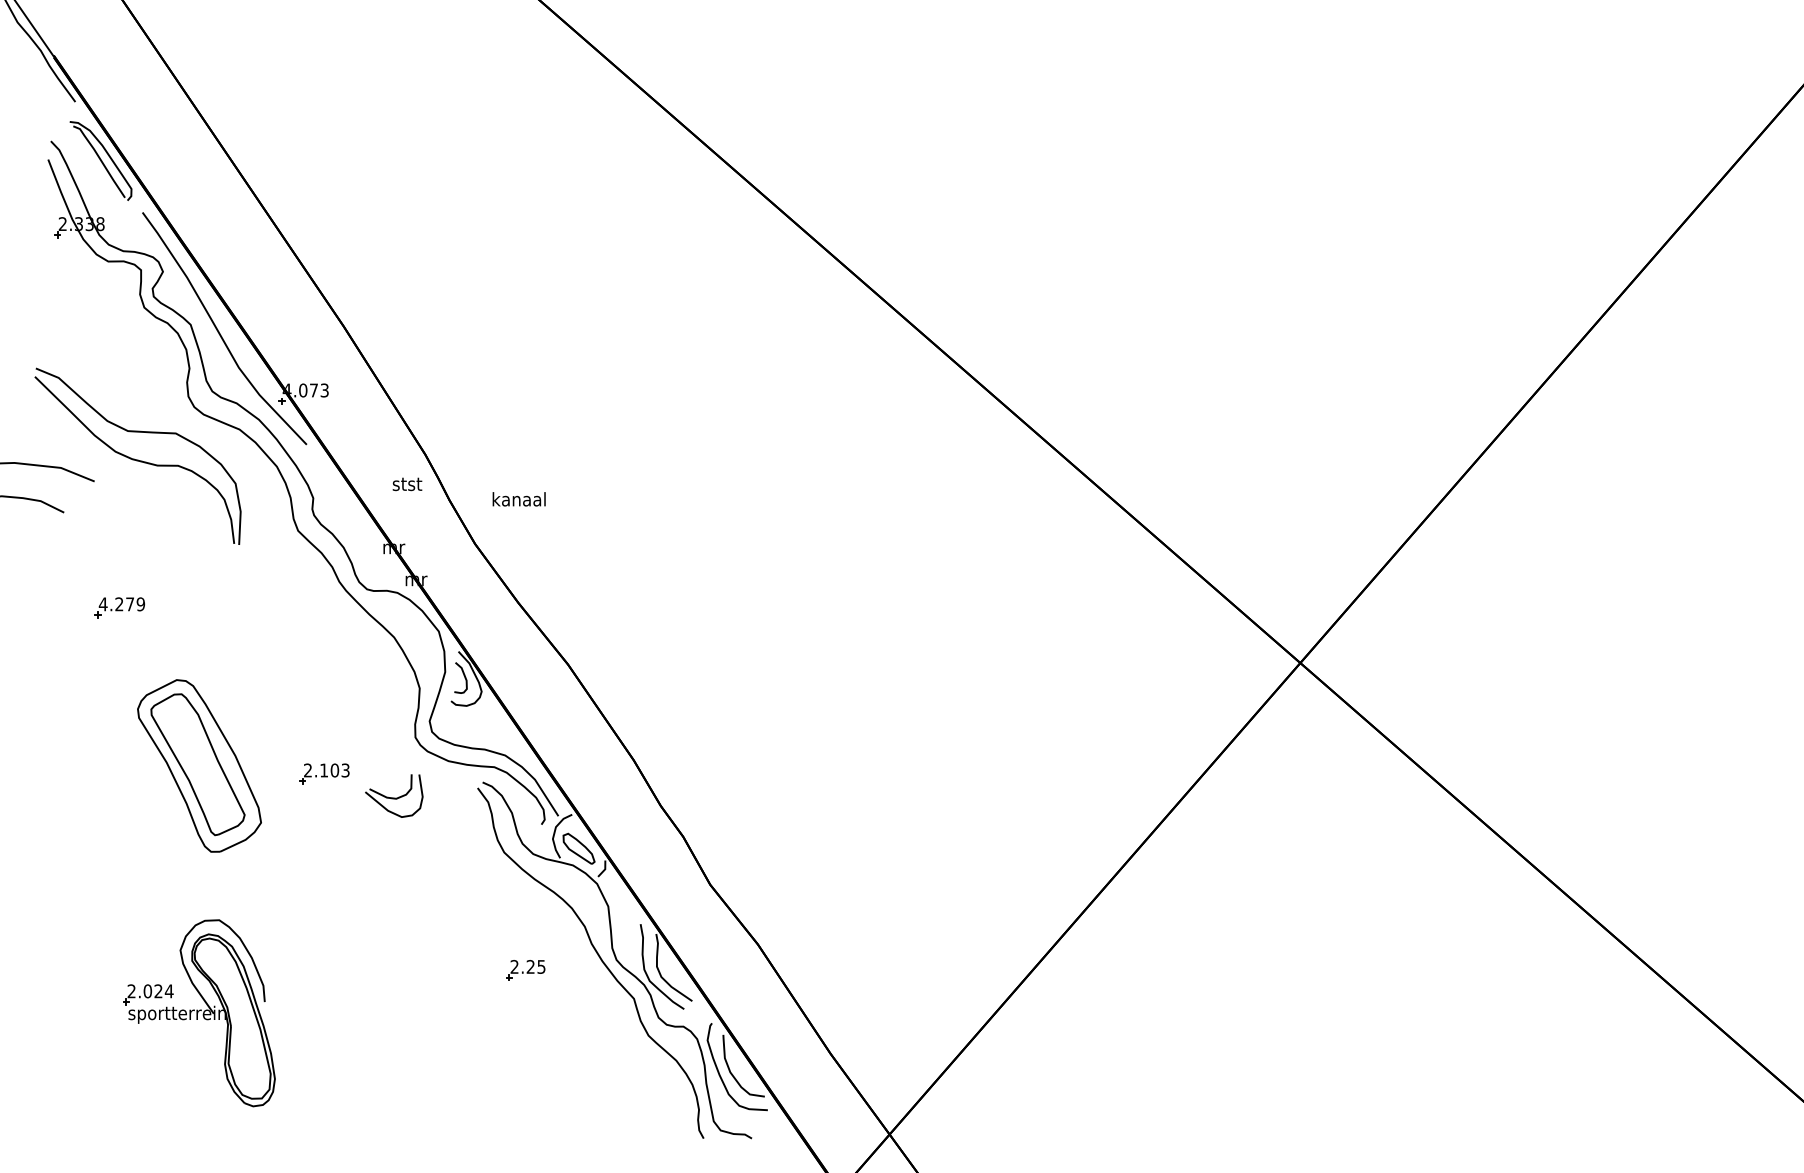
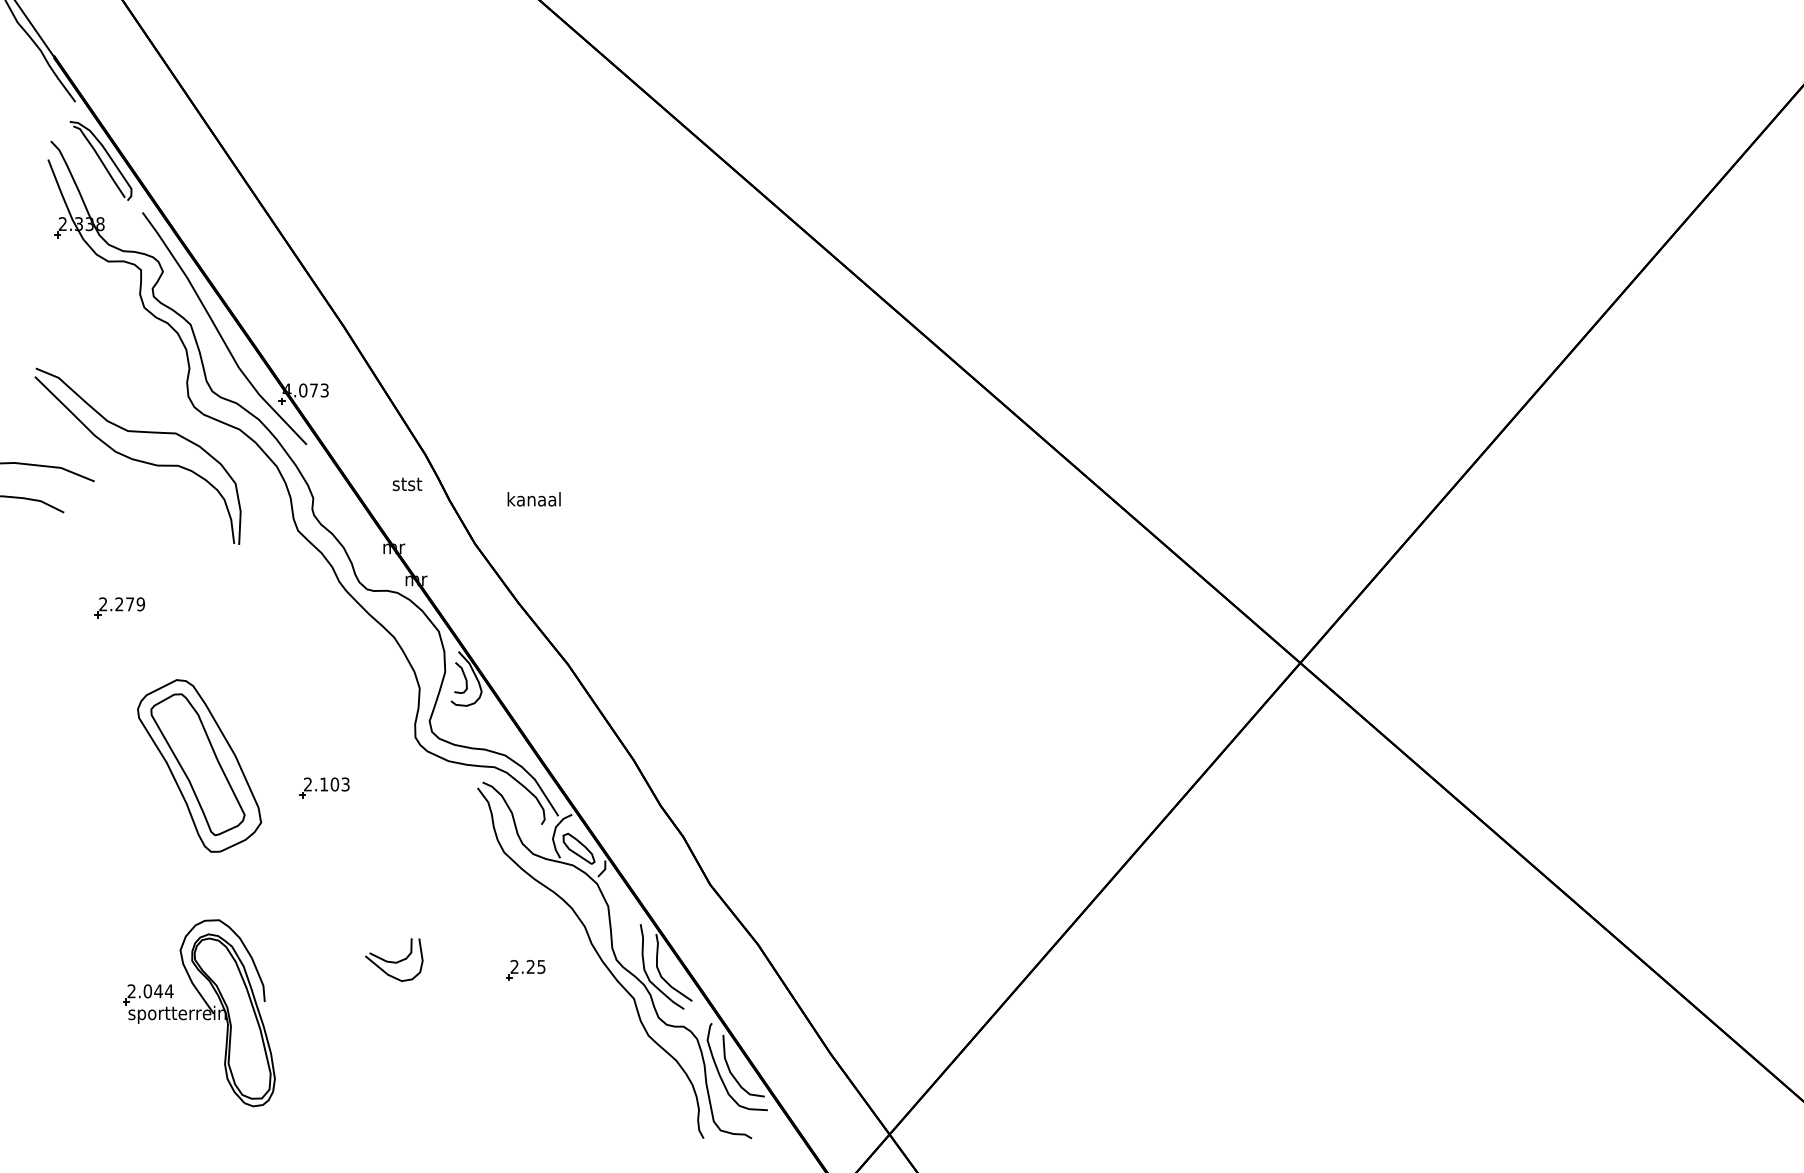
text at (518, 499) position: (518, 499) -> (533, 499)
text at (102, 604): 4.279 -> 2.279
part at (324, 773) position: (324, 773) -> (324, 787)
part at (394, 795) position: (394, 795) -> (394, 959)
text at (158, 991): 2.024 -> 2.044
